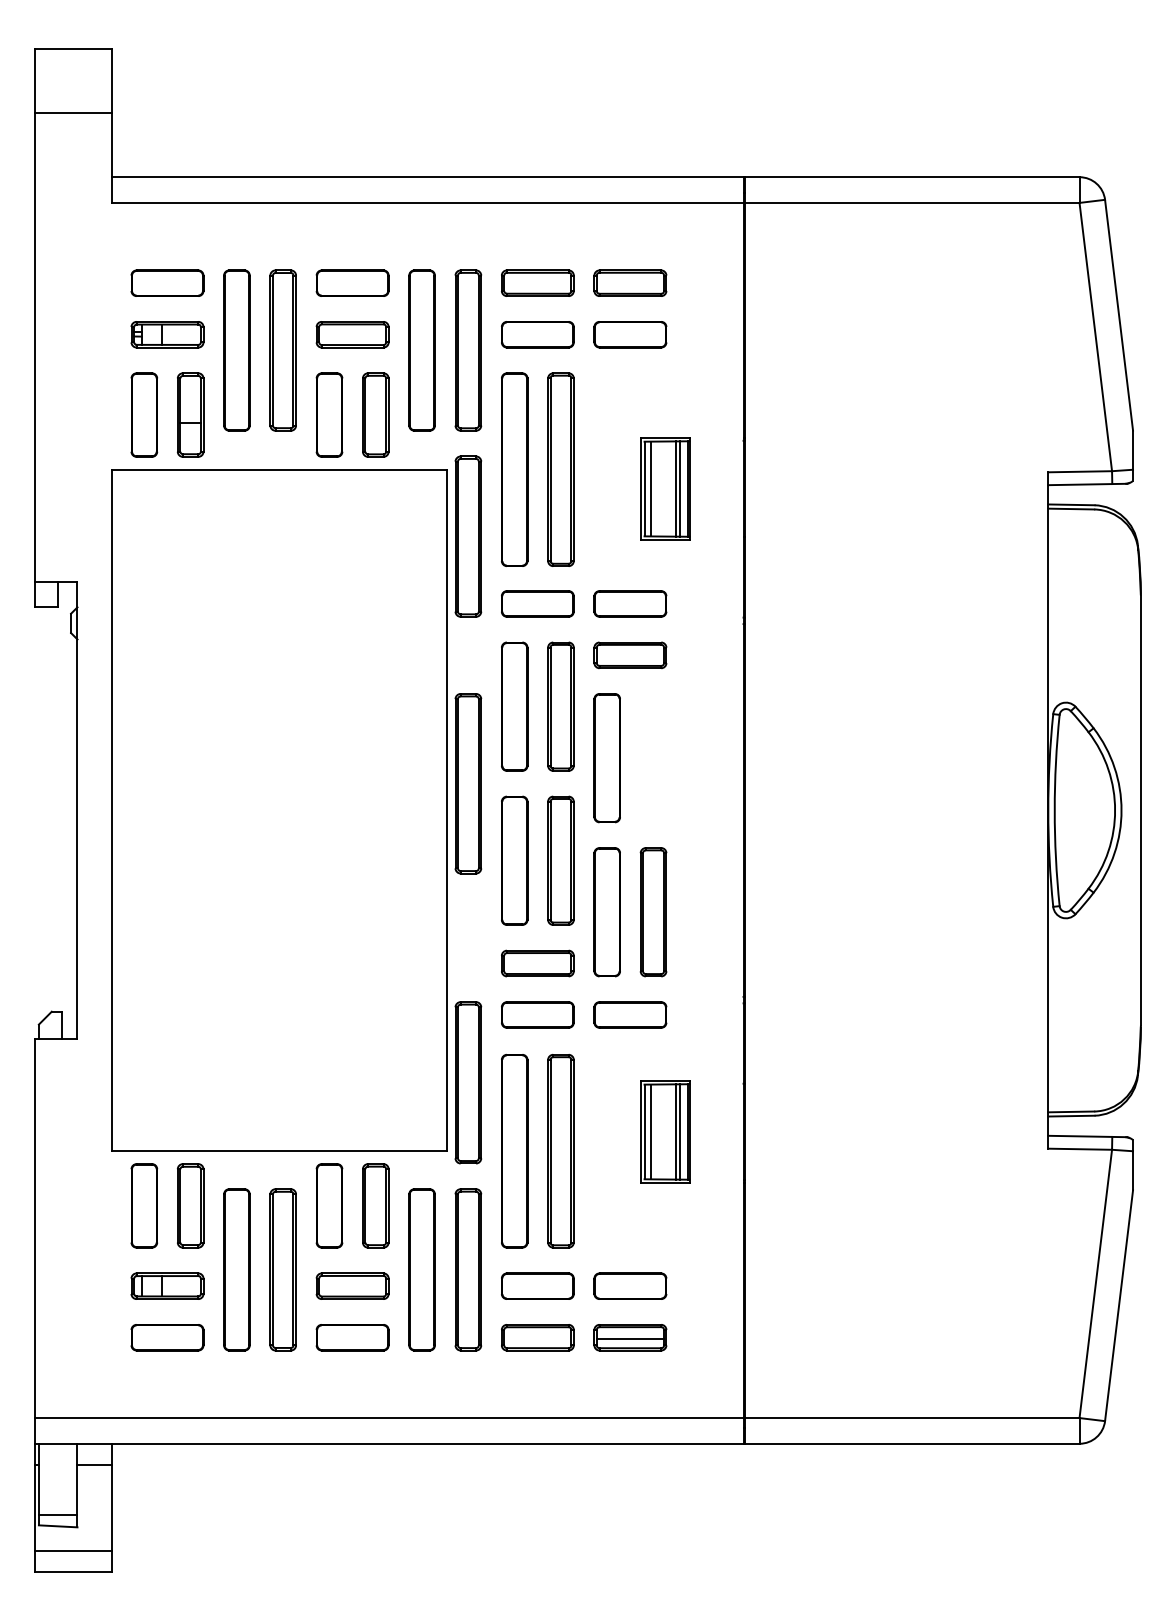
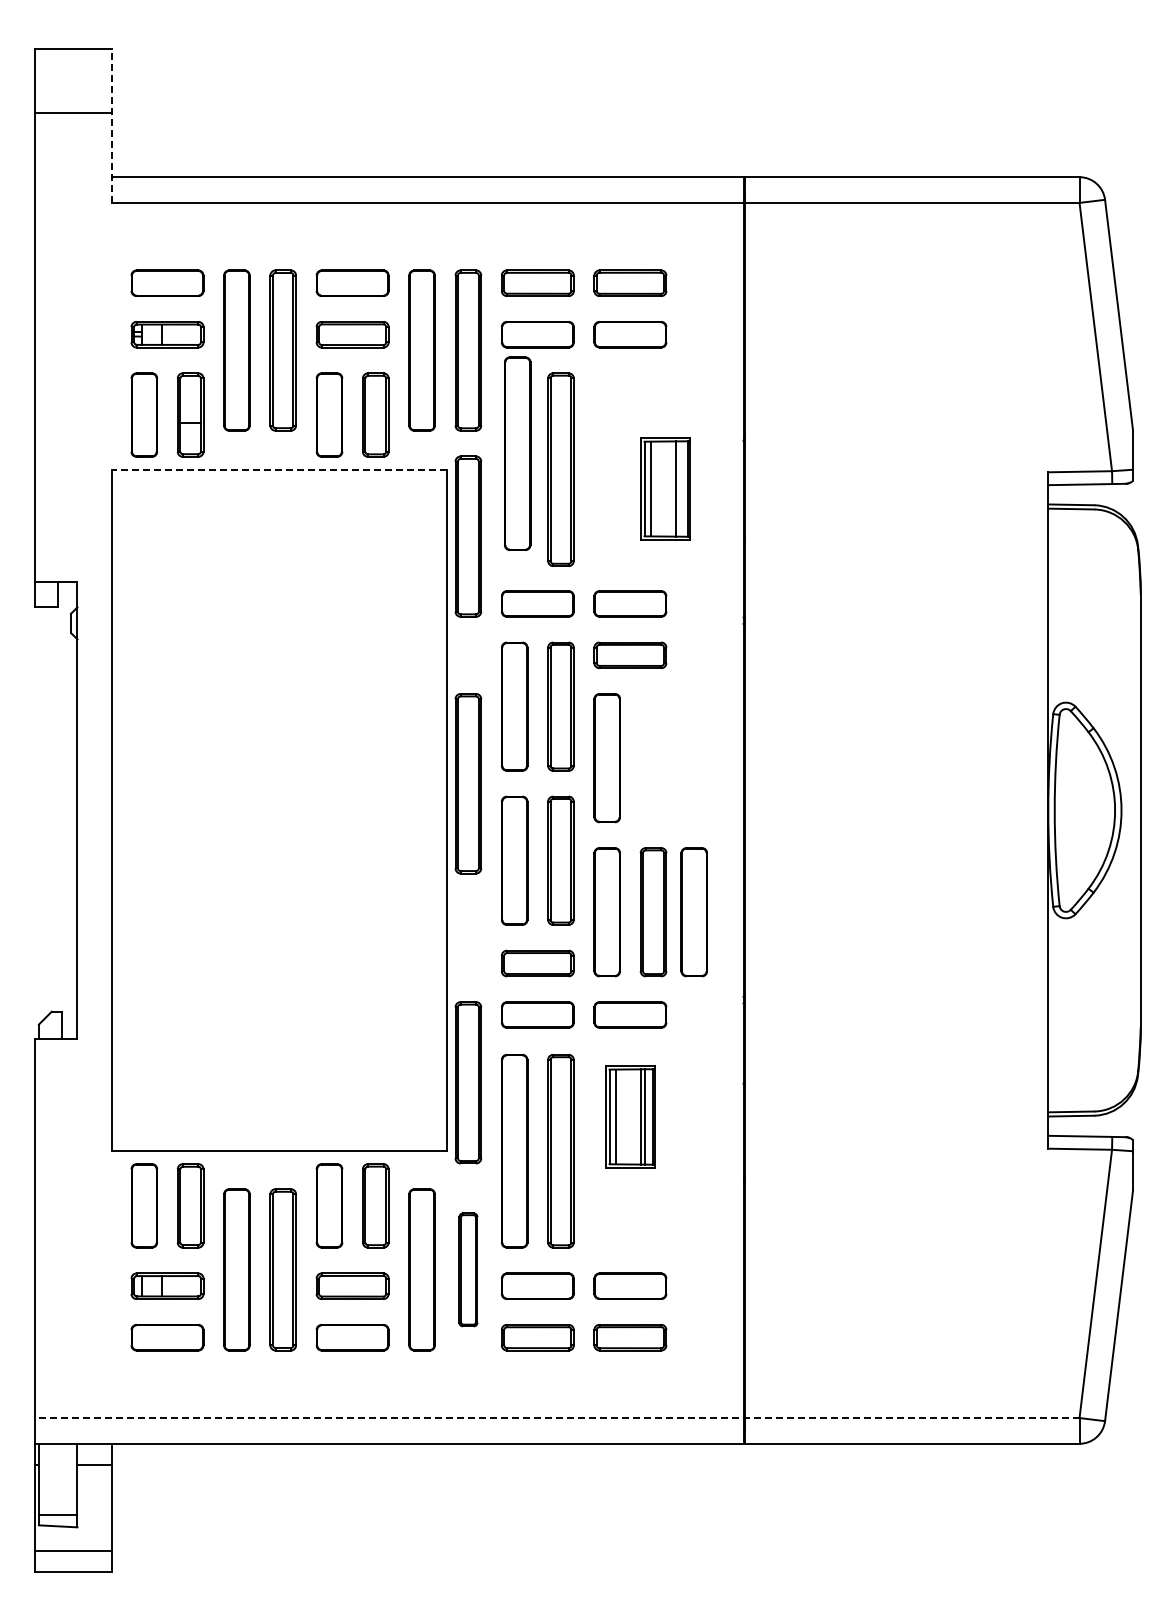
line at (112, 125): solid -> dashed
line at (278, 469): solid -> dashed
part at (514, 469) position: (514, 469) -> (517, 453)
line at (679, 488): present -> none
part at (693, 912): none -> present
part at (665, 1131) position: (665, 1131) -> (630, 1116)
part at (468, 1269) size: 29x164 px -> 21x116 px
line at (630, 1338): present -> none
line at (556, 1418): solid -> dashed
